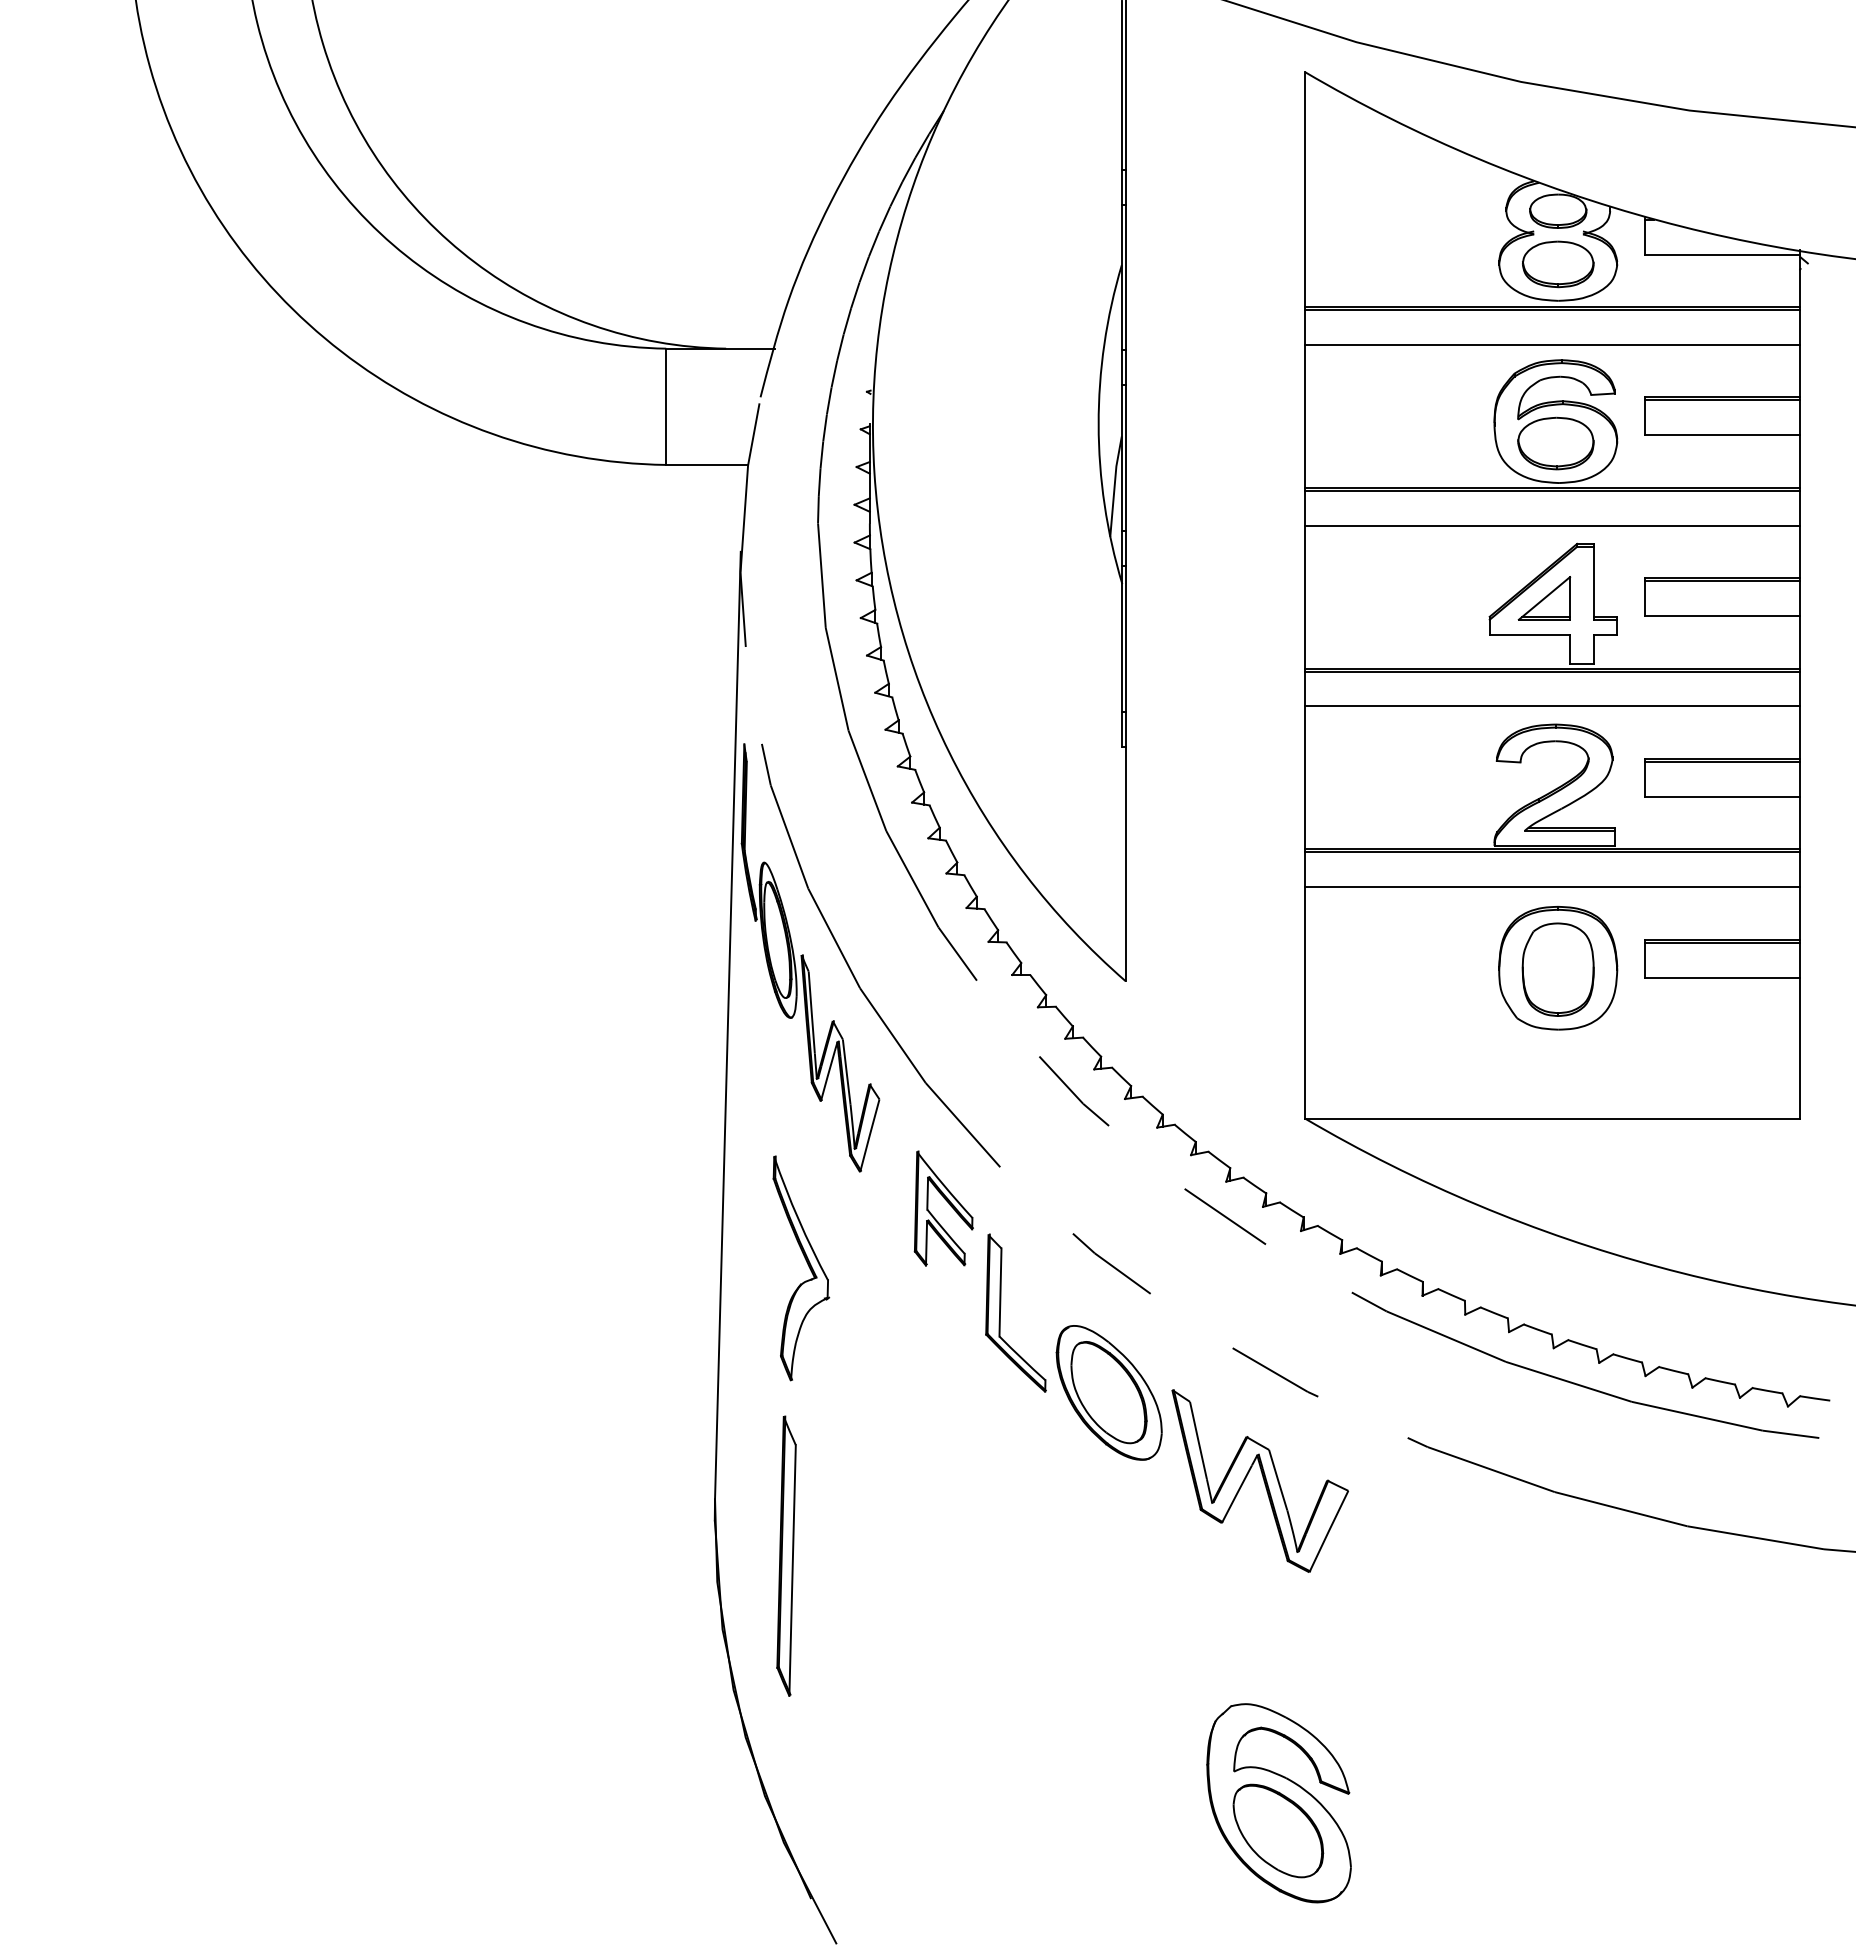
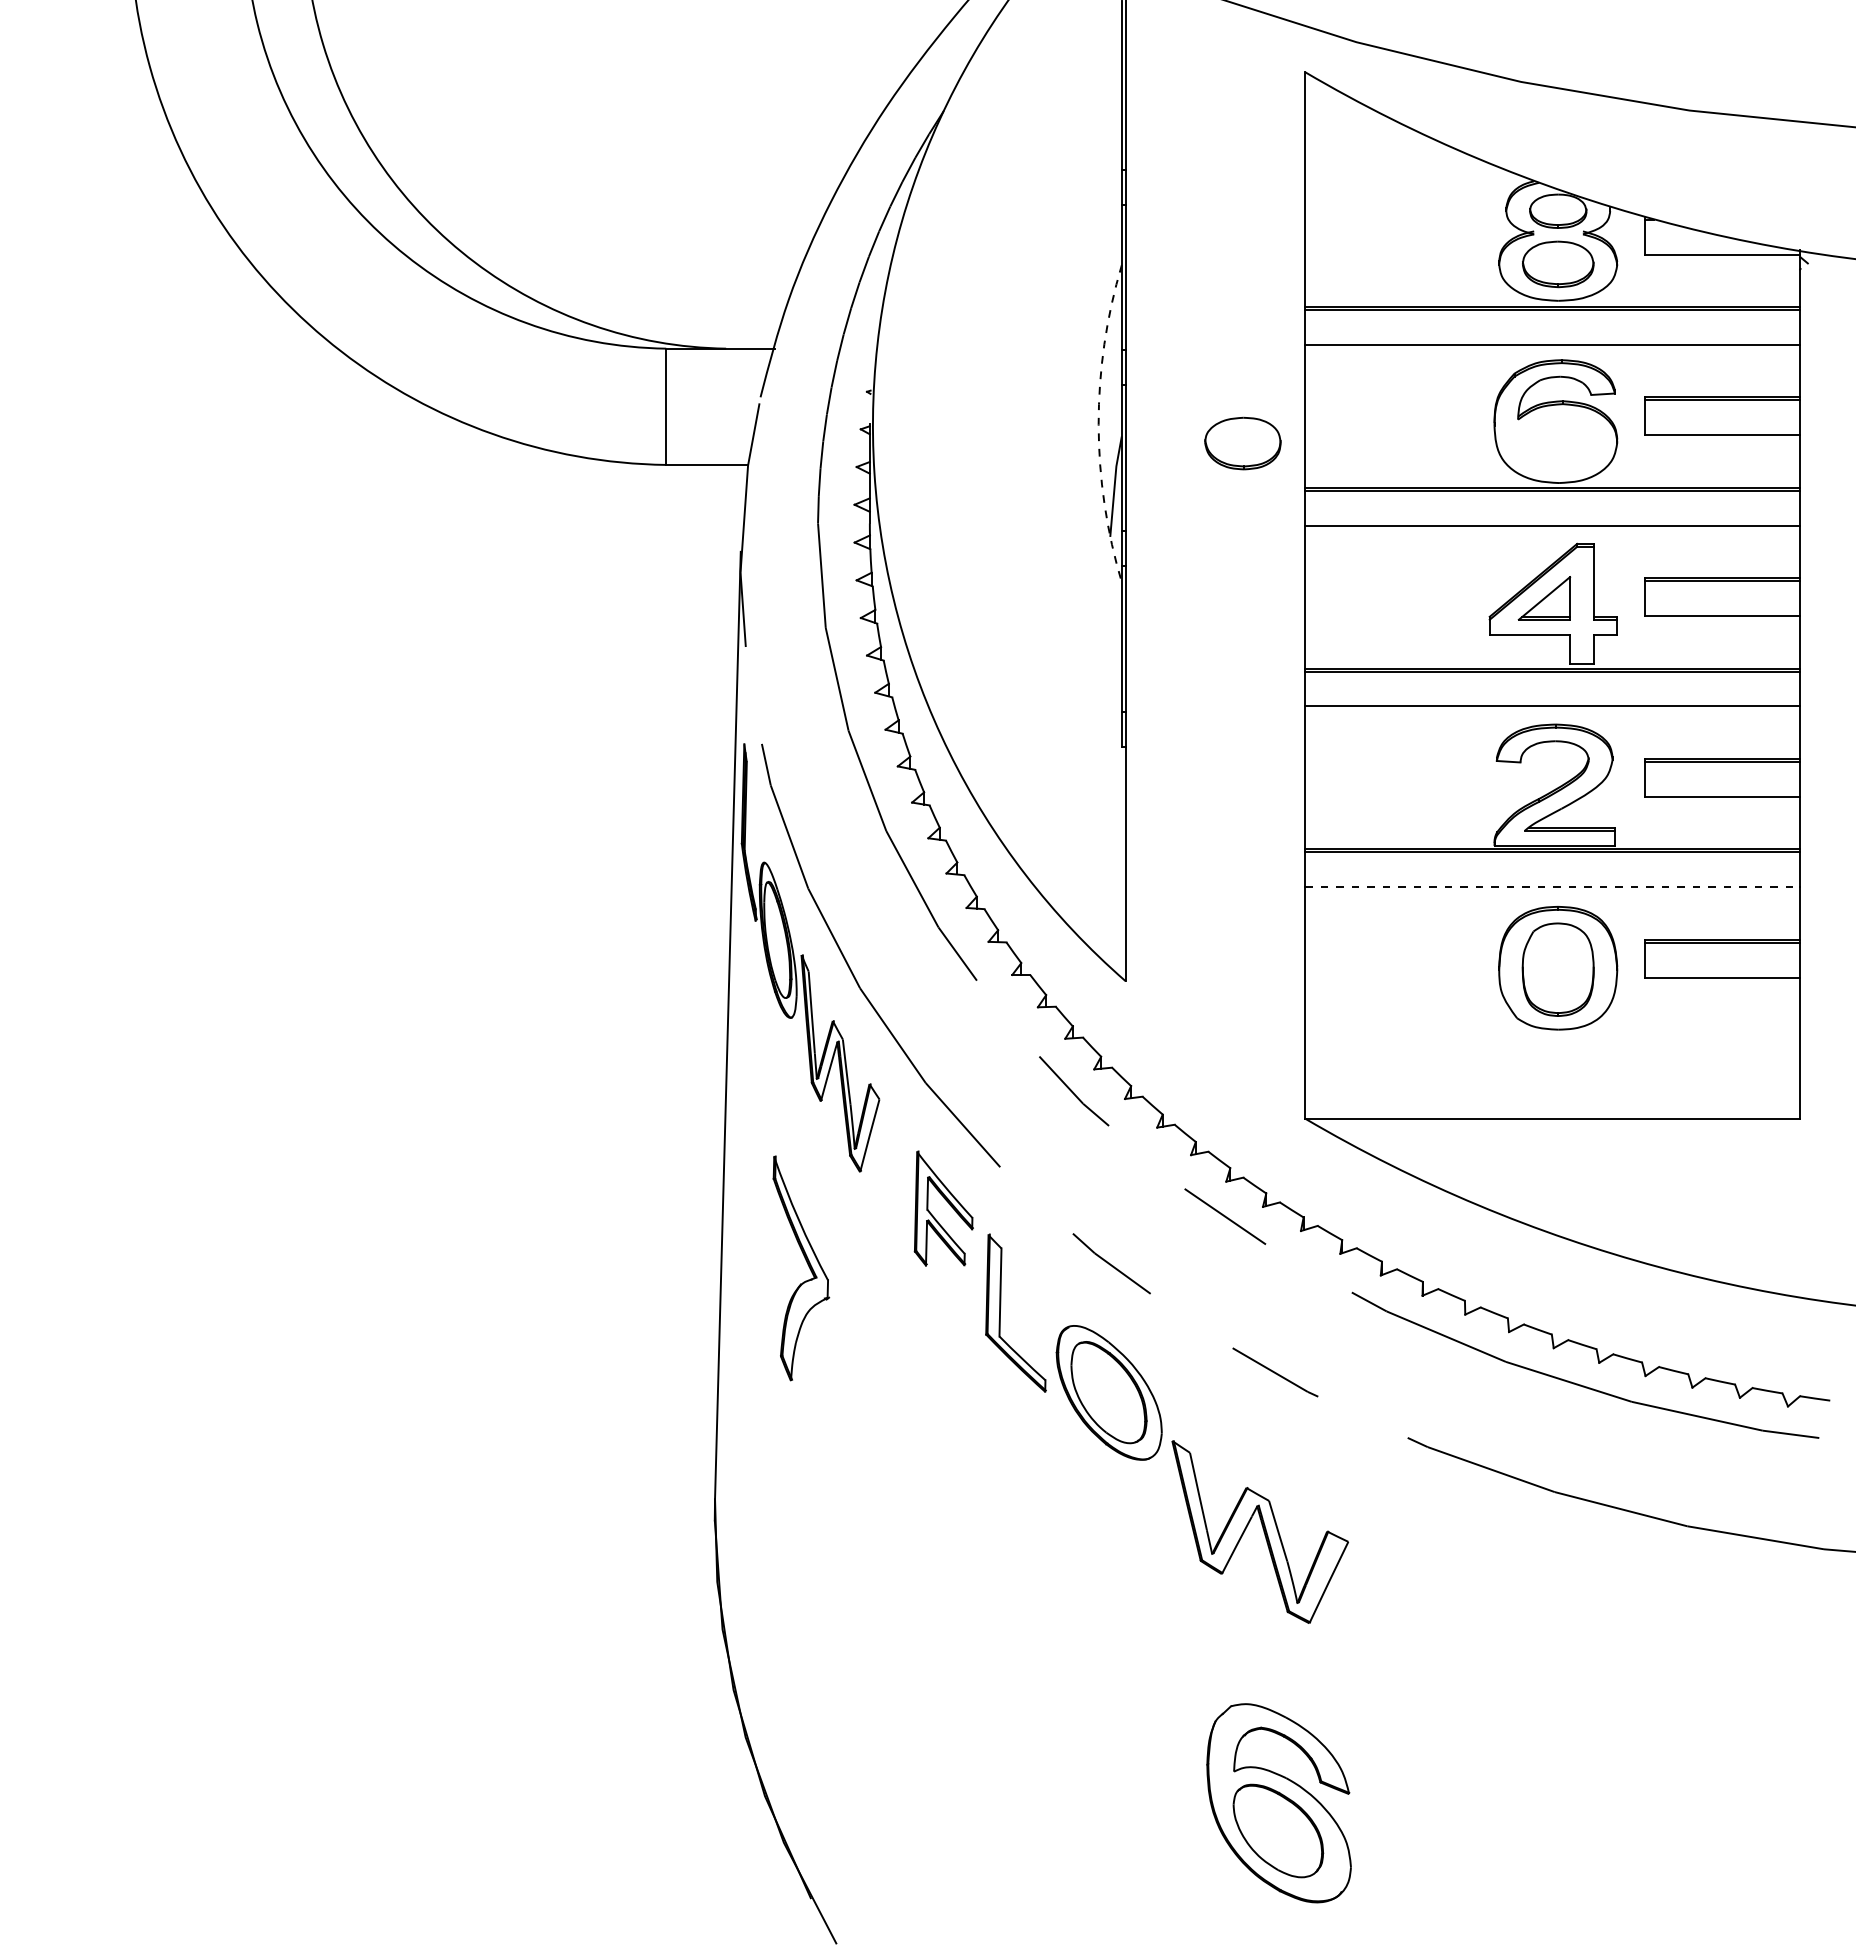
arc at (1098, 424): solid -> dashed
part at (1555, 443) position: (1555, 443) -> (1242, 443)
line at (1552, 887): solid -> dashed
part at (1259, 1480) position: (1259, 1480) -> (1259, 1531)
part at (786, 1555): present -> none
